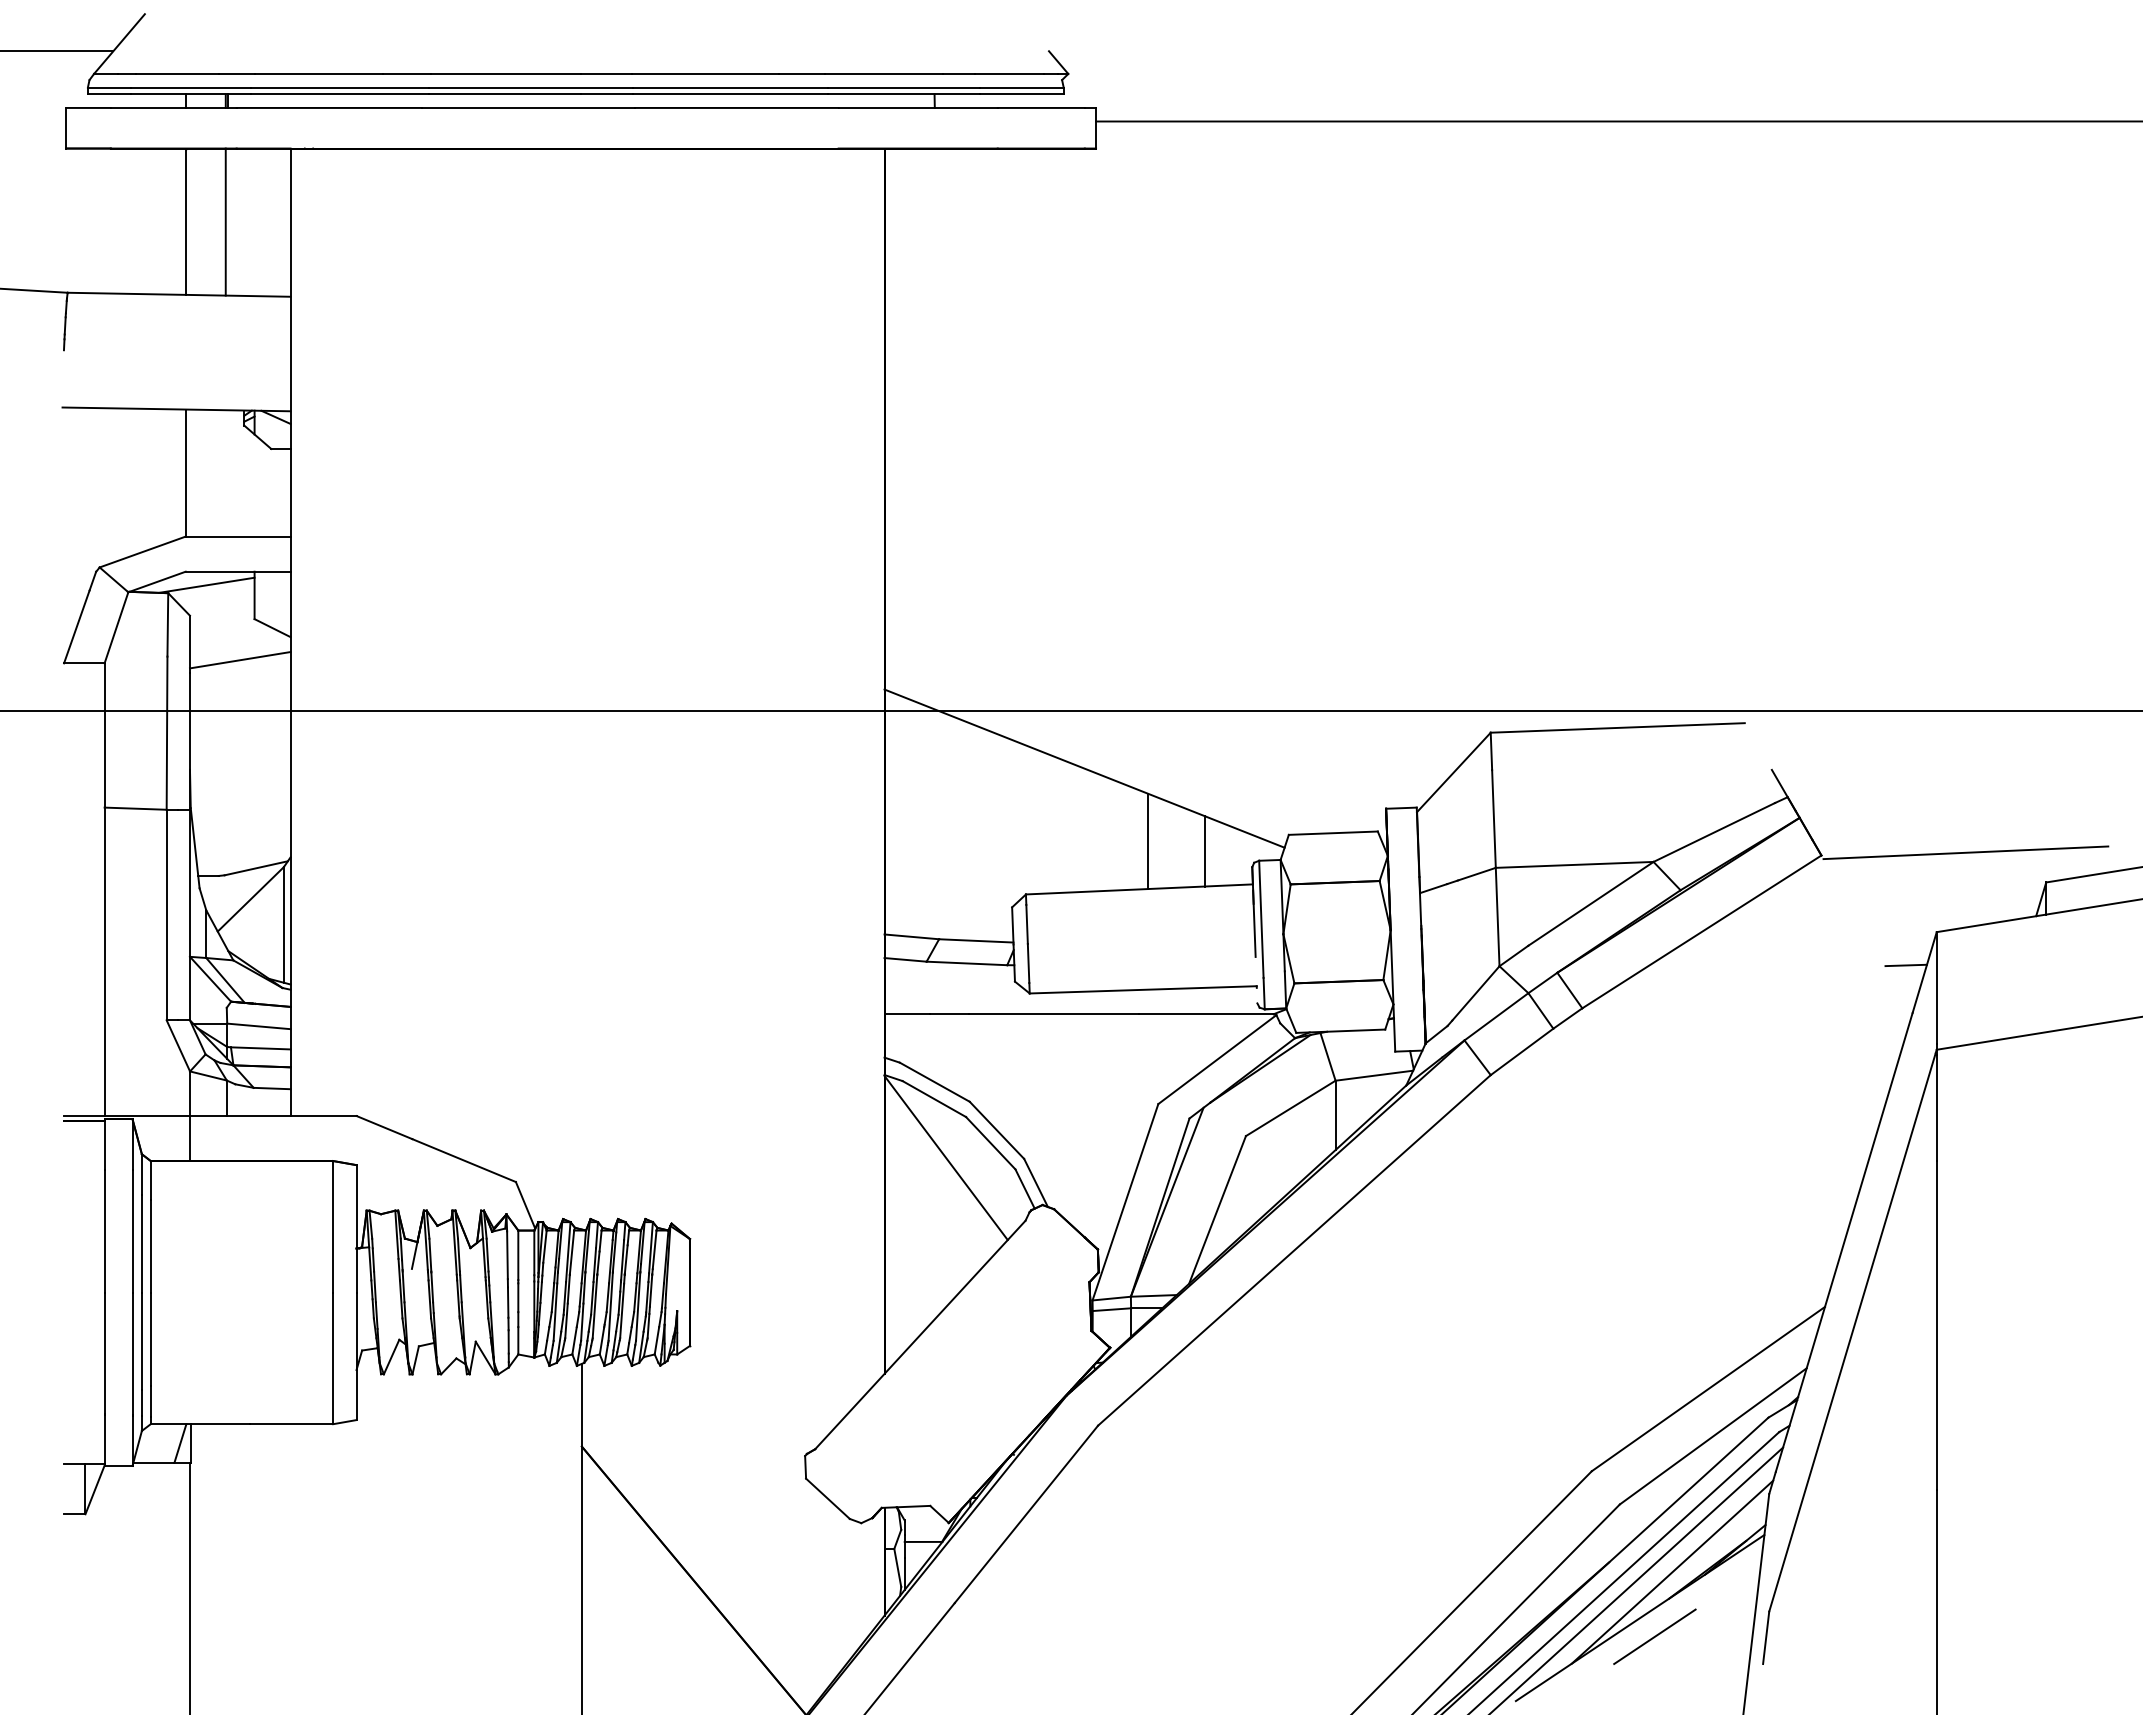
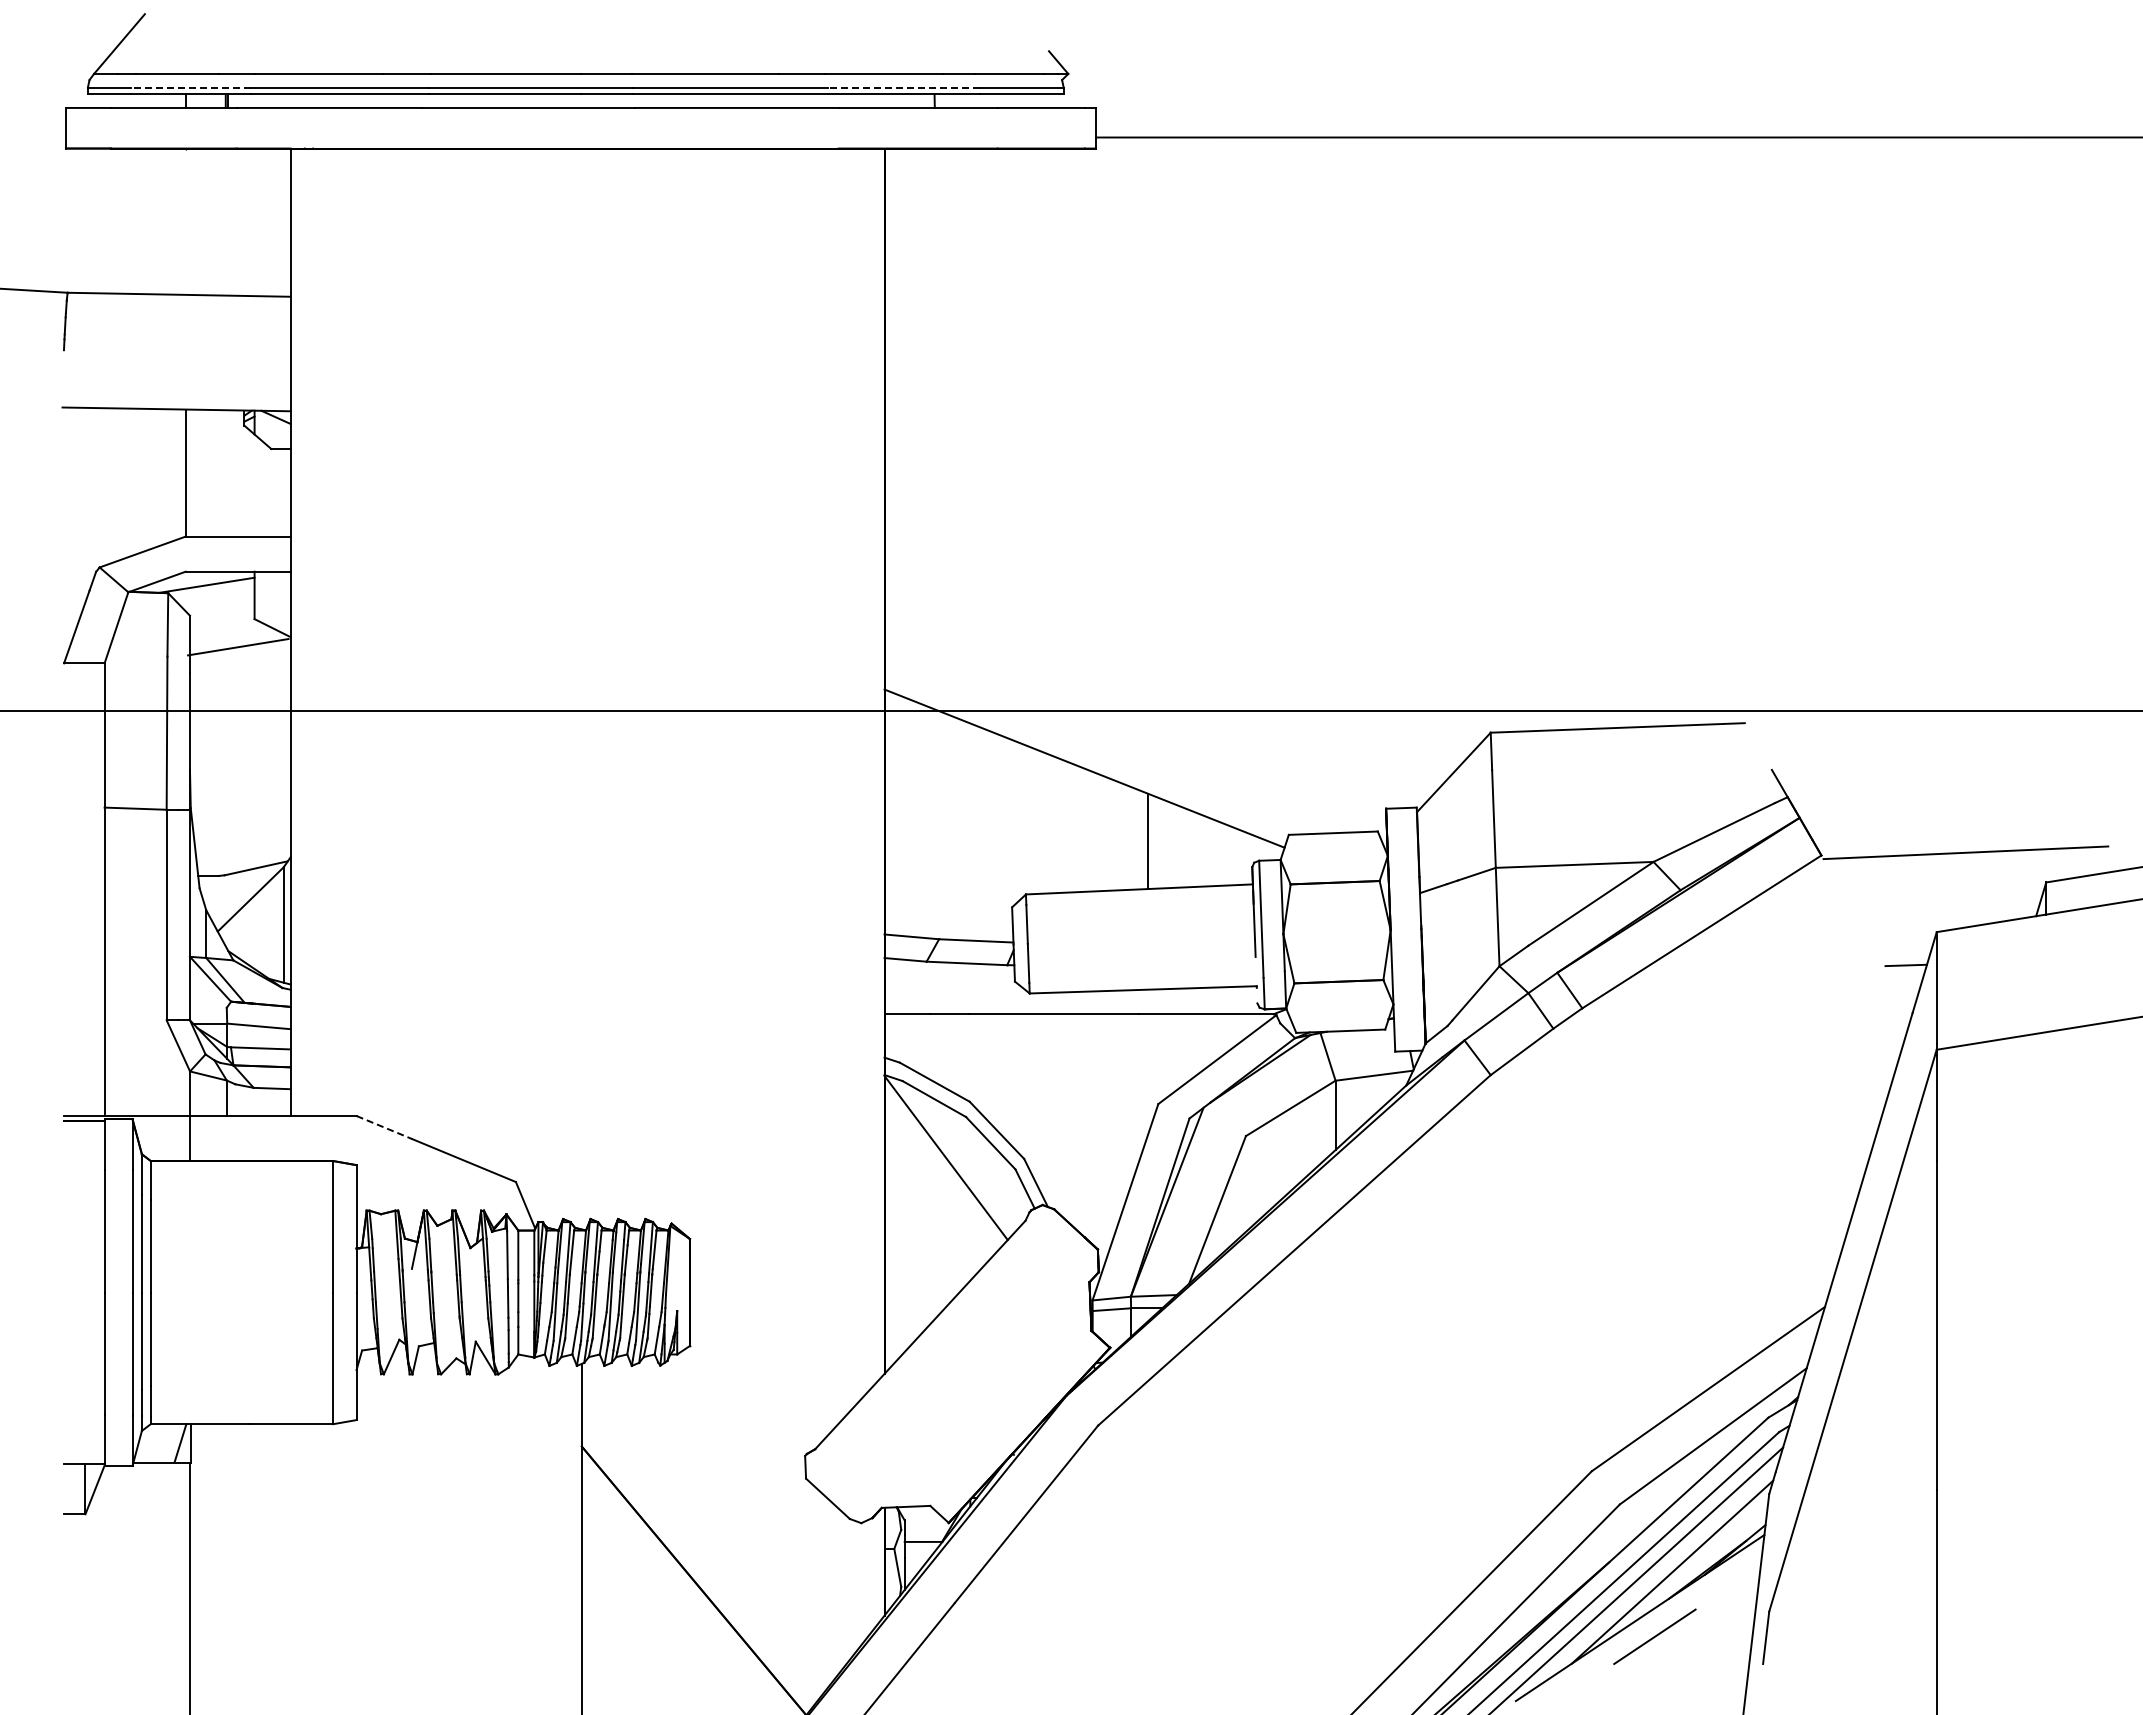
line at (57, 51): present -> none
line at (190, 87): solid -> dashed
line at (903, 87): solid -> dashed
line at (1617, 121) position: (1617, 121) -> (1617, 137)
line at (185, 221): present -> none
line at (225, 221): present -> none
line at (239, 660) position: (239, 660) -> (237, 647)
line at (1205, 851): present -> none
line at (384, 1127): solid -> dashed
